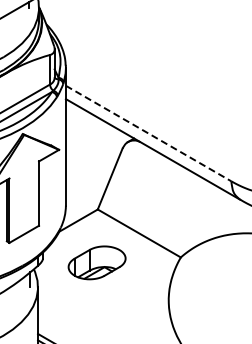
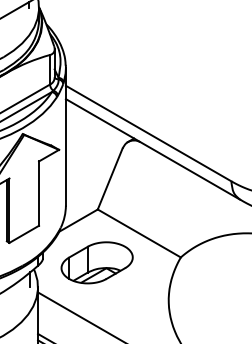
line at (148, 133): dashed -> solid
part at (96, 262) size: 60x36 px -> 74x44 px
line at (80, 316): none -> present
